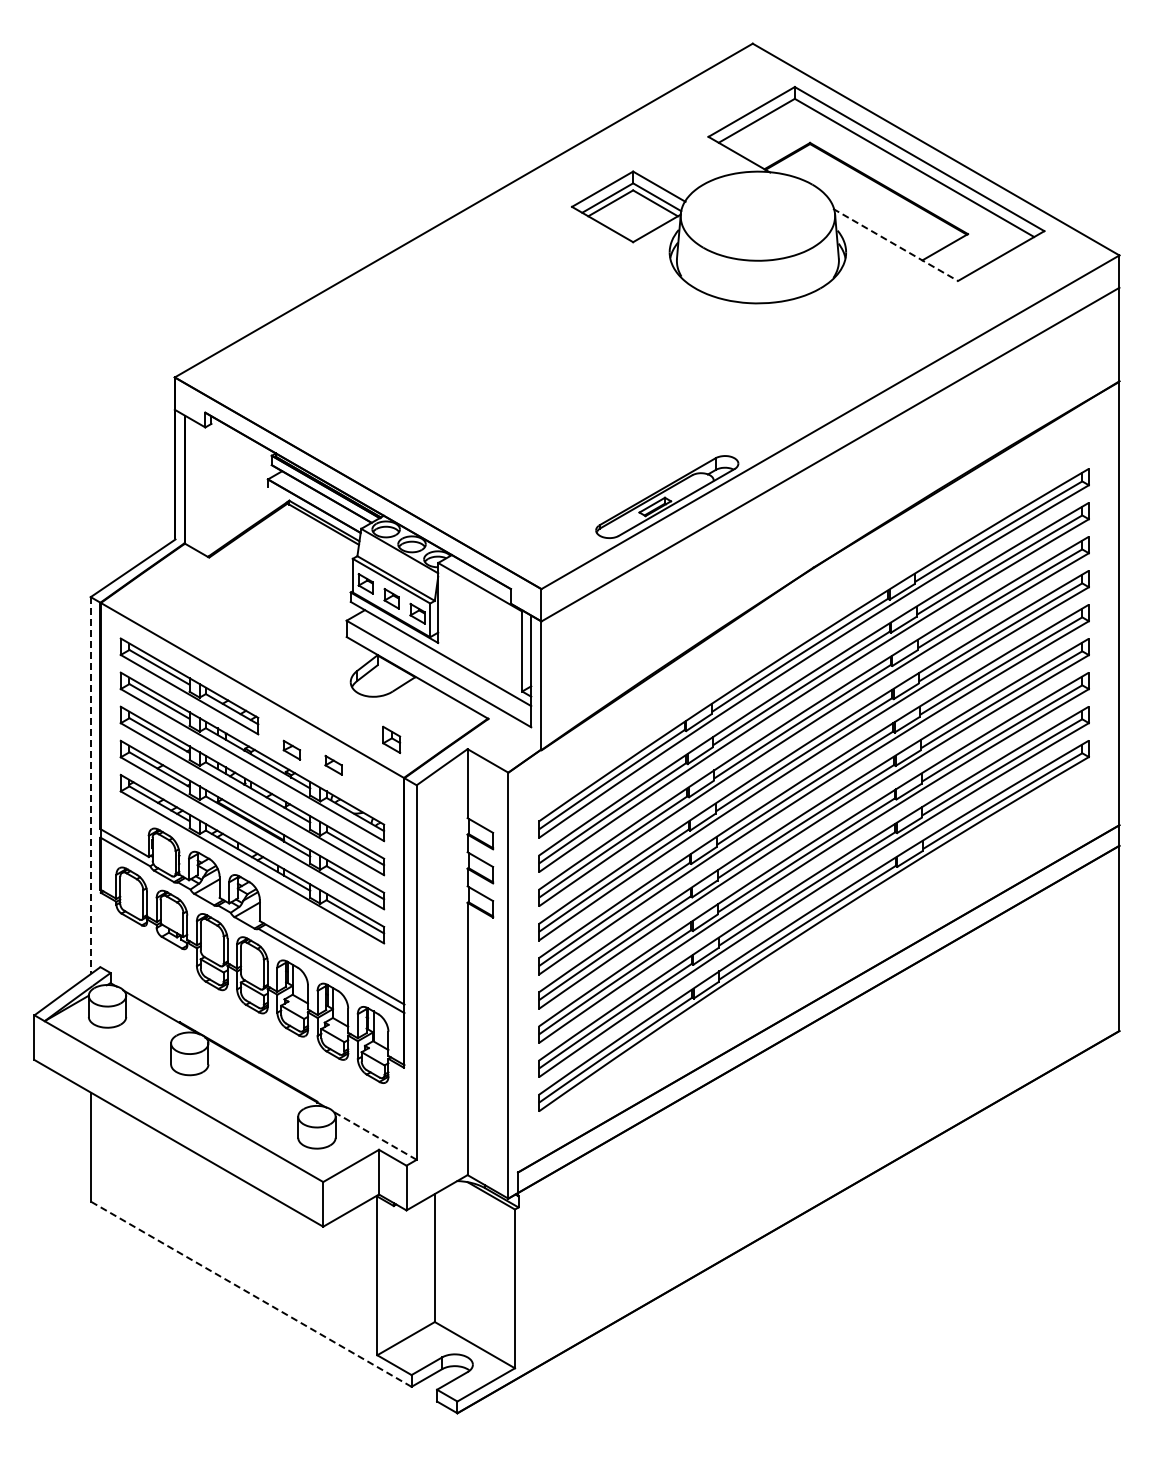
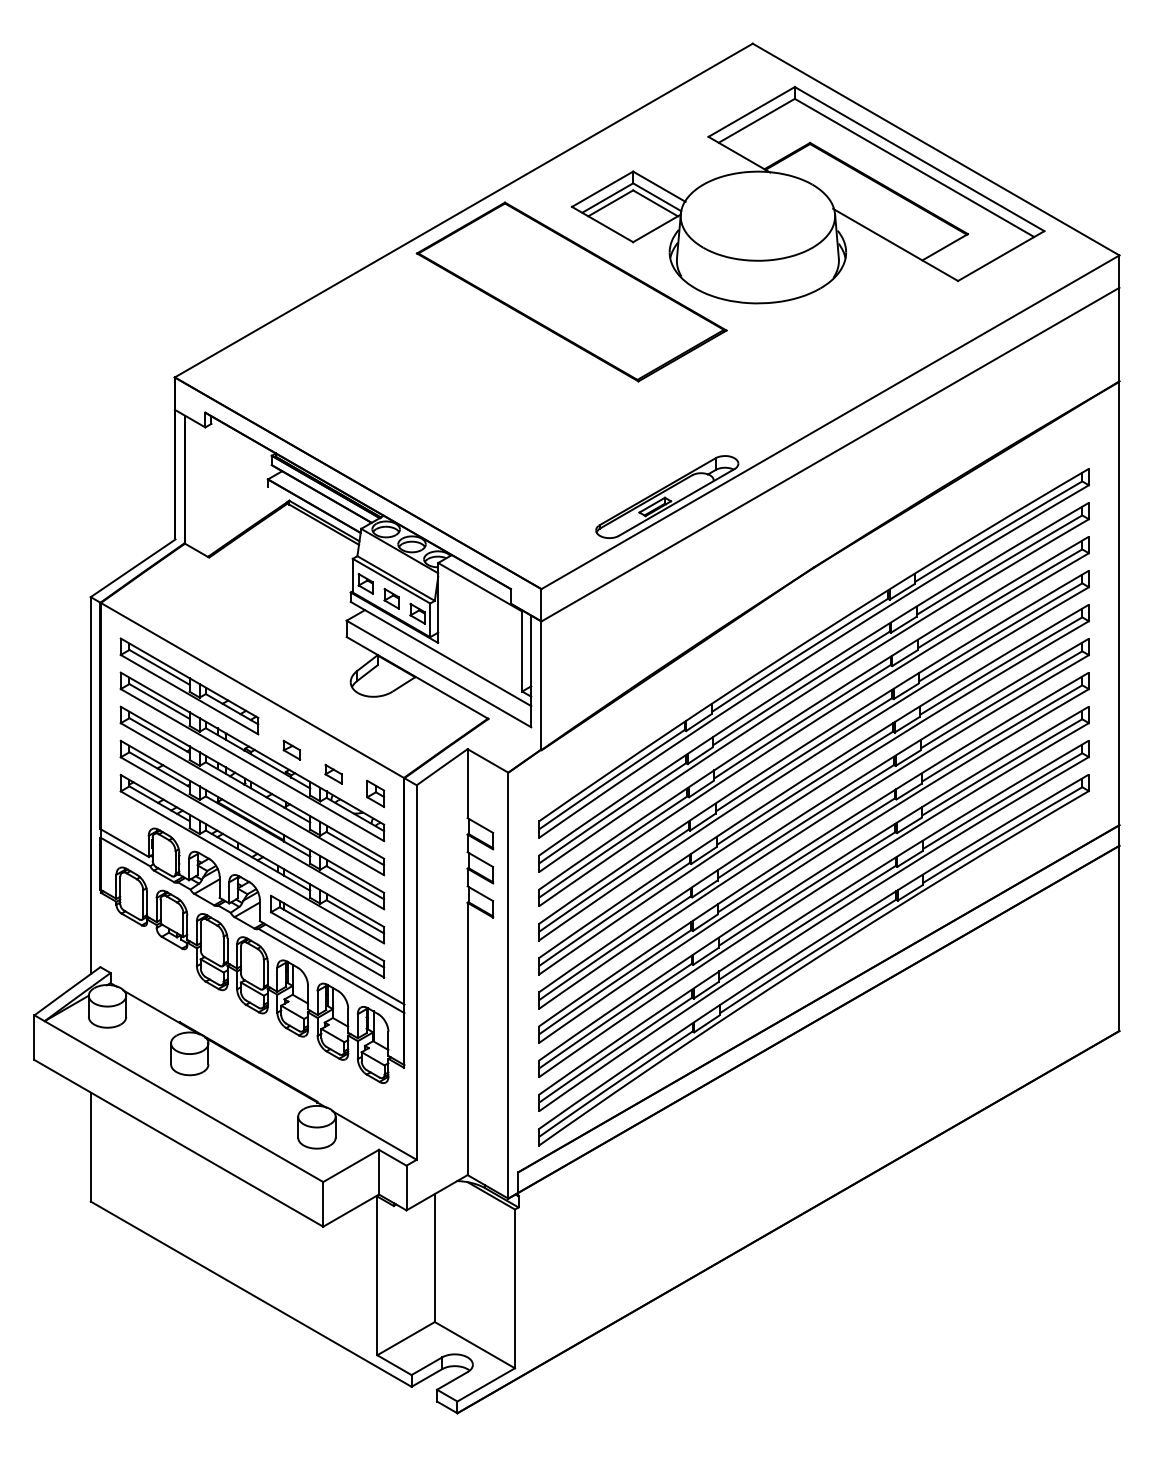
line at (896, 245): dashed -> solid
part at (571, 291): none -> present
part at (391, 739) position: (391, 739) -> (375, 793)
part at (333, 764) position: (333, 764) -> (333, 773)
line at (90, 785): dashed -> solid
part at (327, 936): none -> present
part at (813, 960): none -> present
line at (374, 1135): dashed -> solid
line at (250, 1293): dashed -> solid
